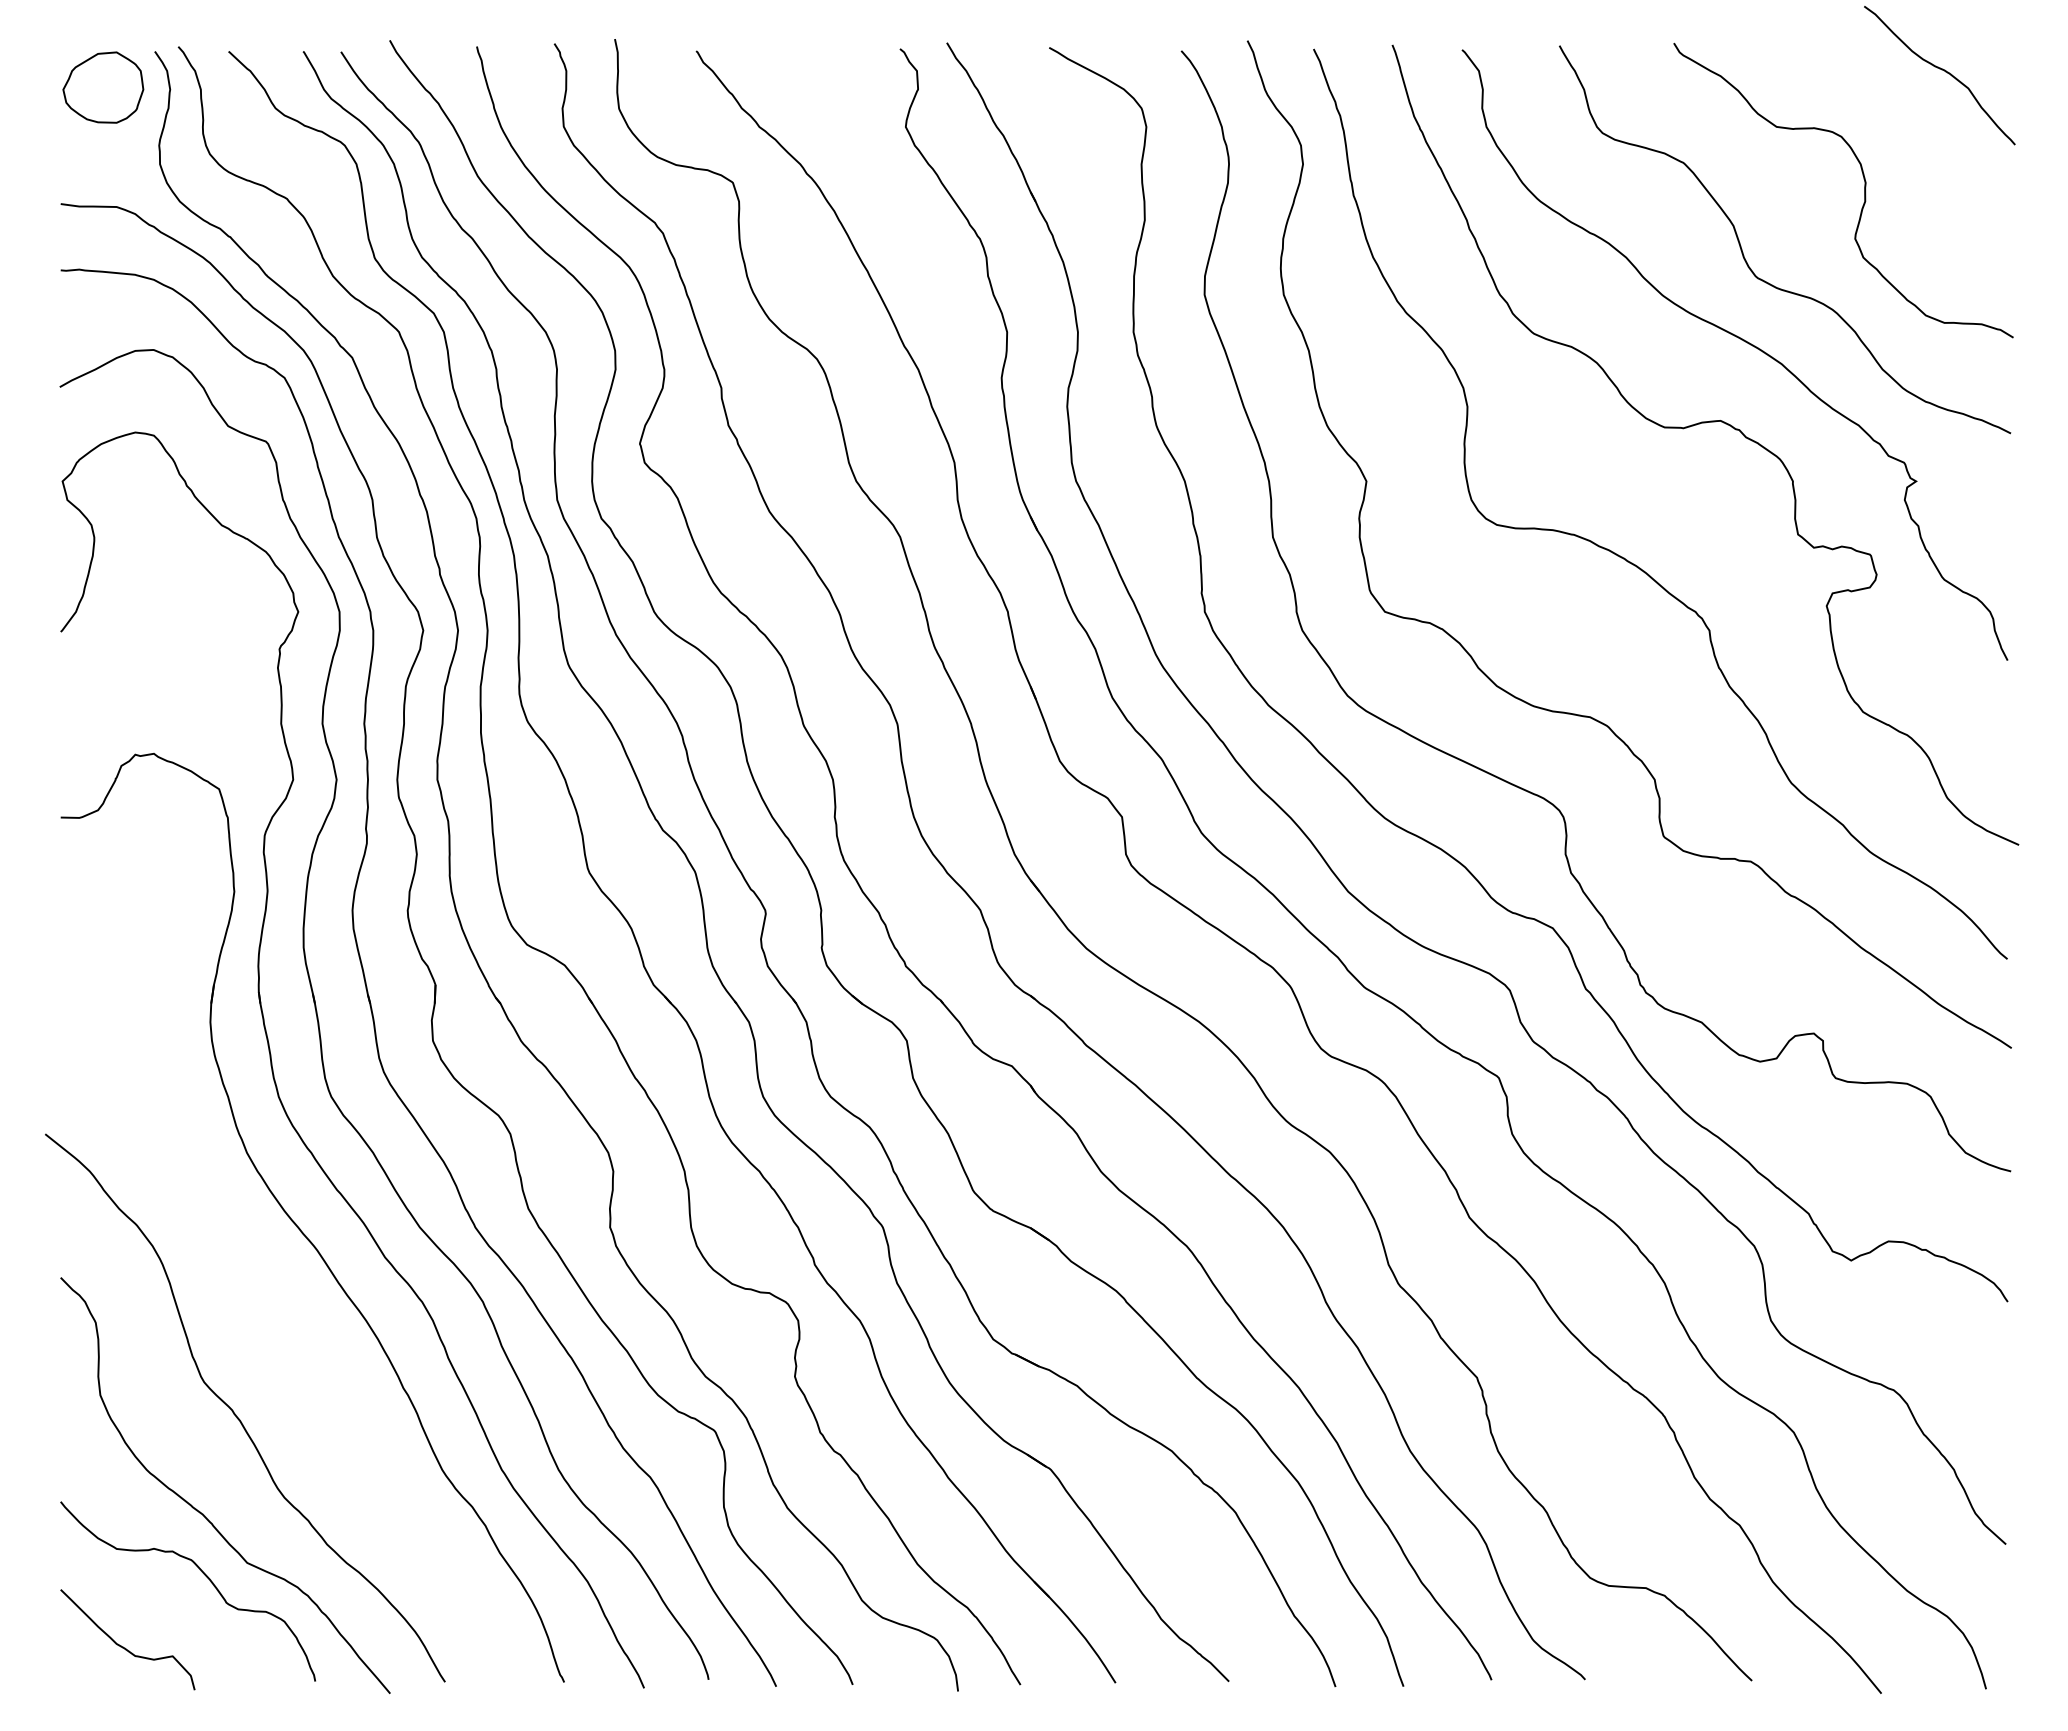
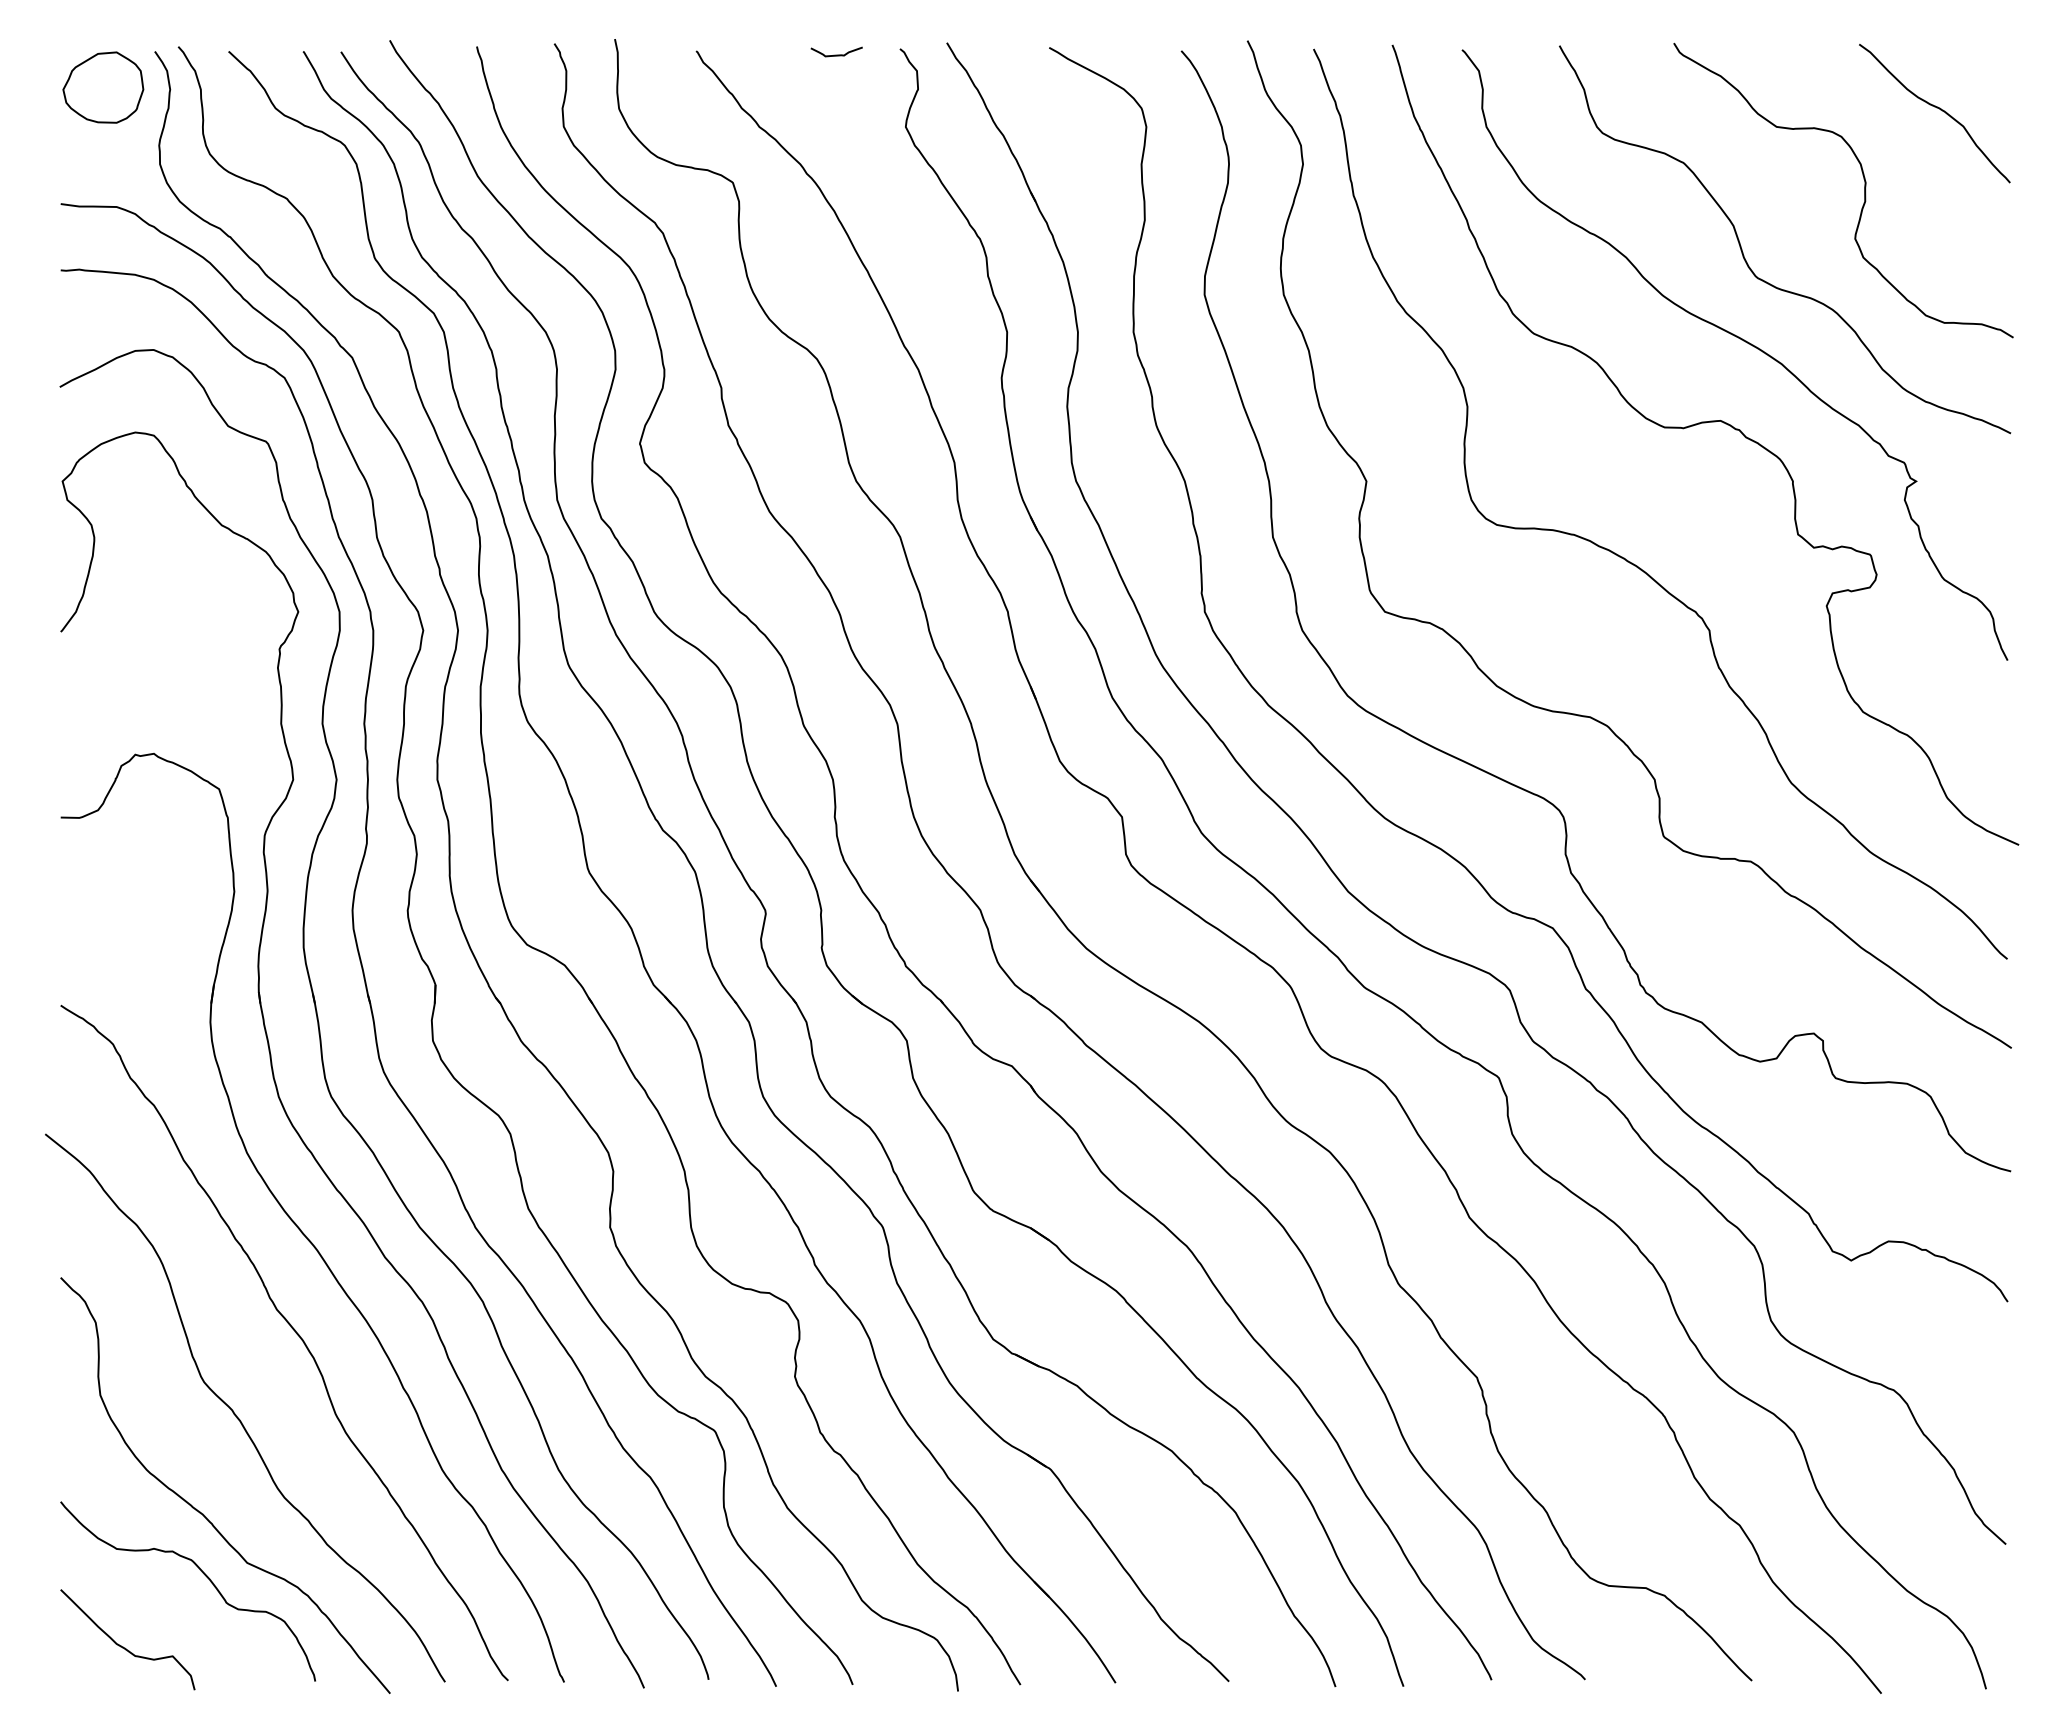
curve at (836, 54): none -> present
curve at (1941, 70) position: (1941, 70) -> (1936, 108)
curve at (295, 1333): none -> present
